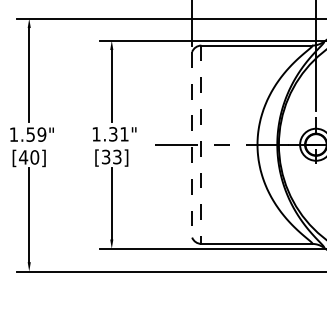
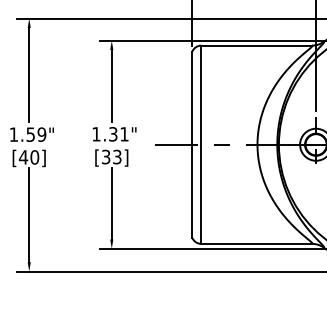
line at (192, 144): dashed -> solid
line at (201, 145): dashed -> solid
